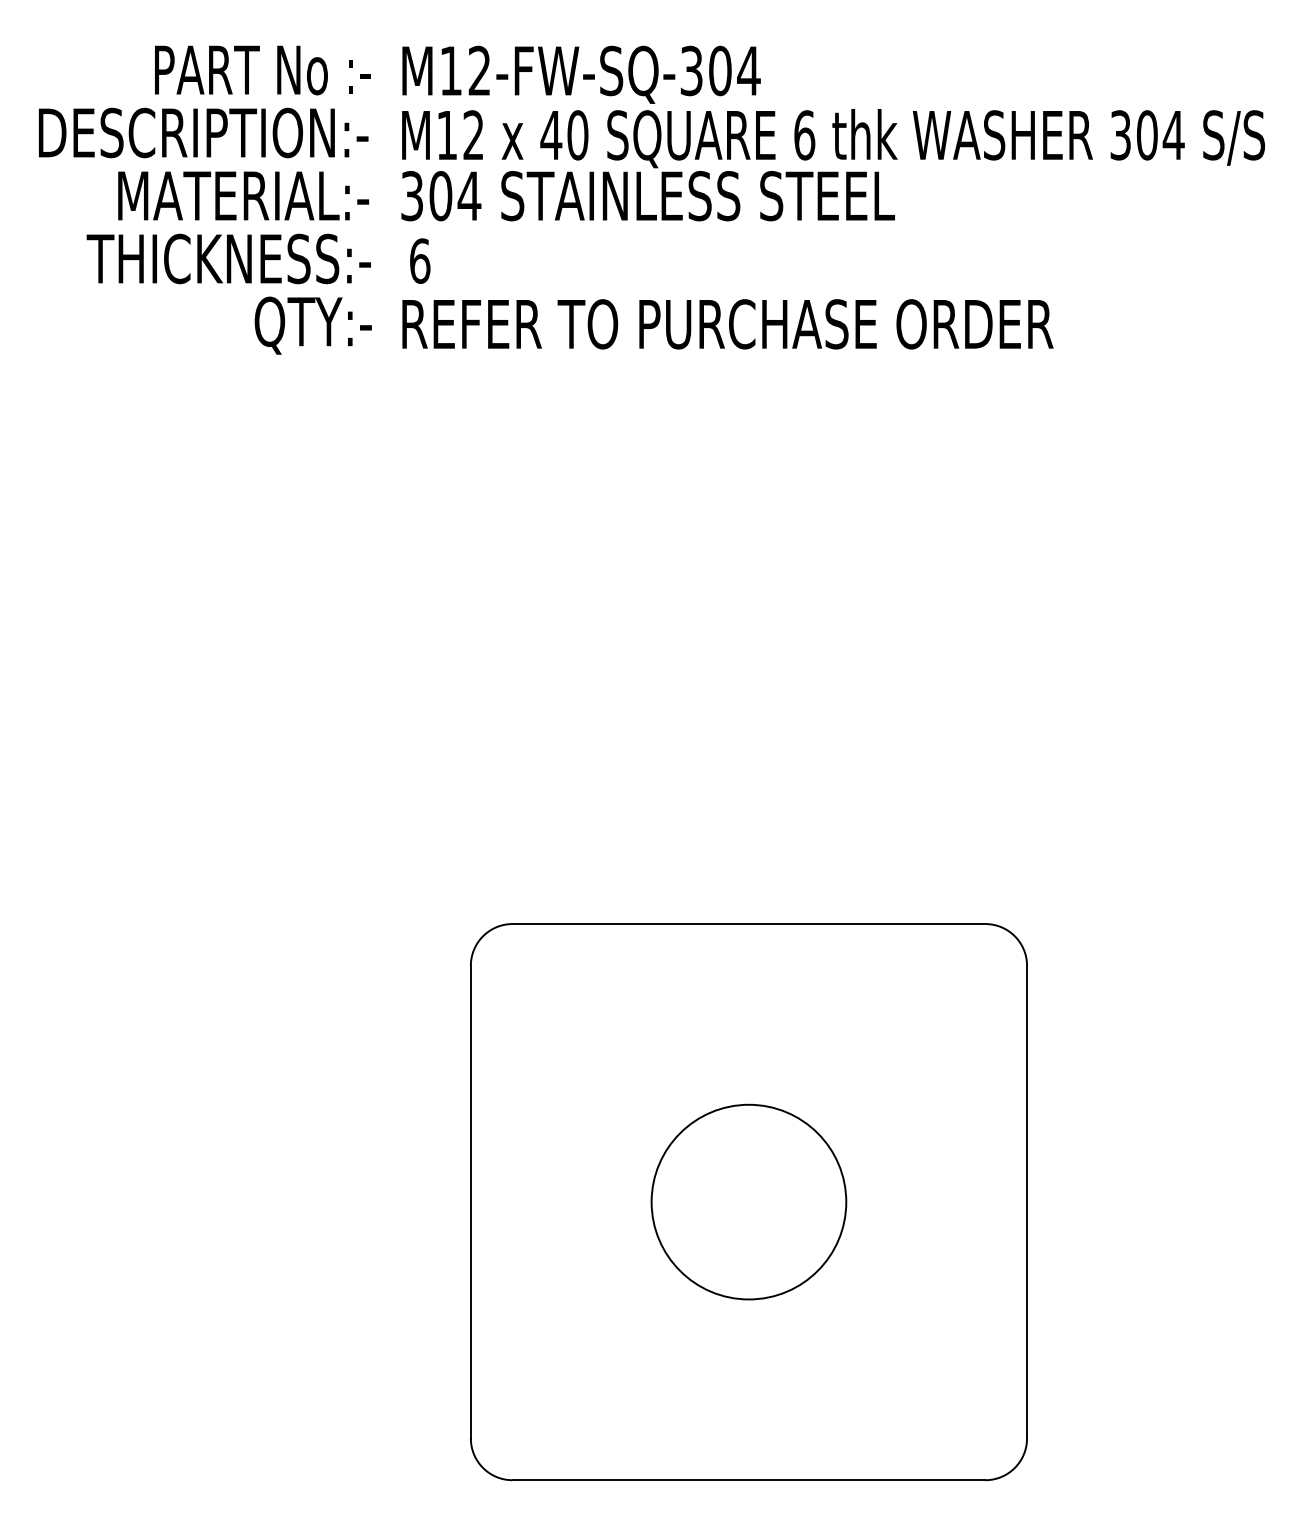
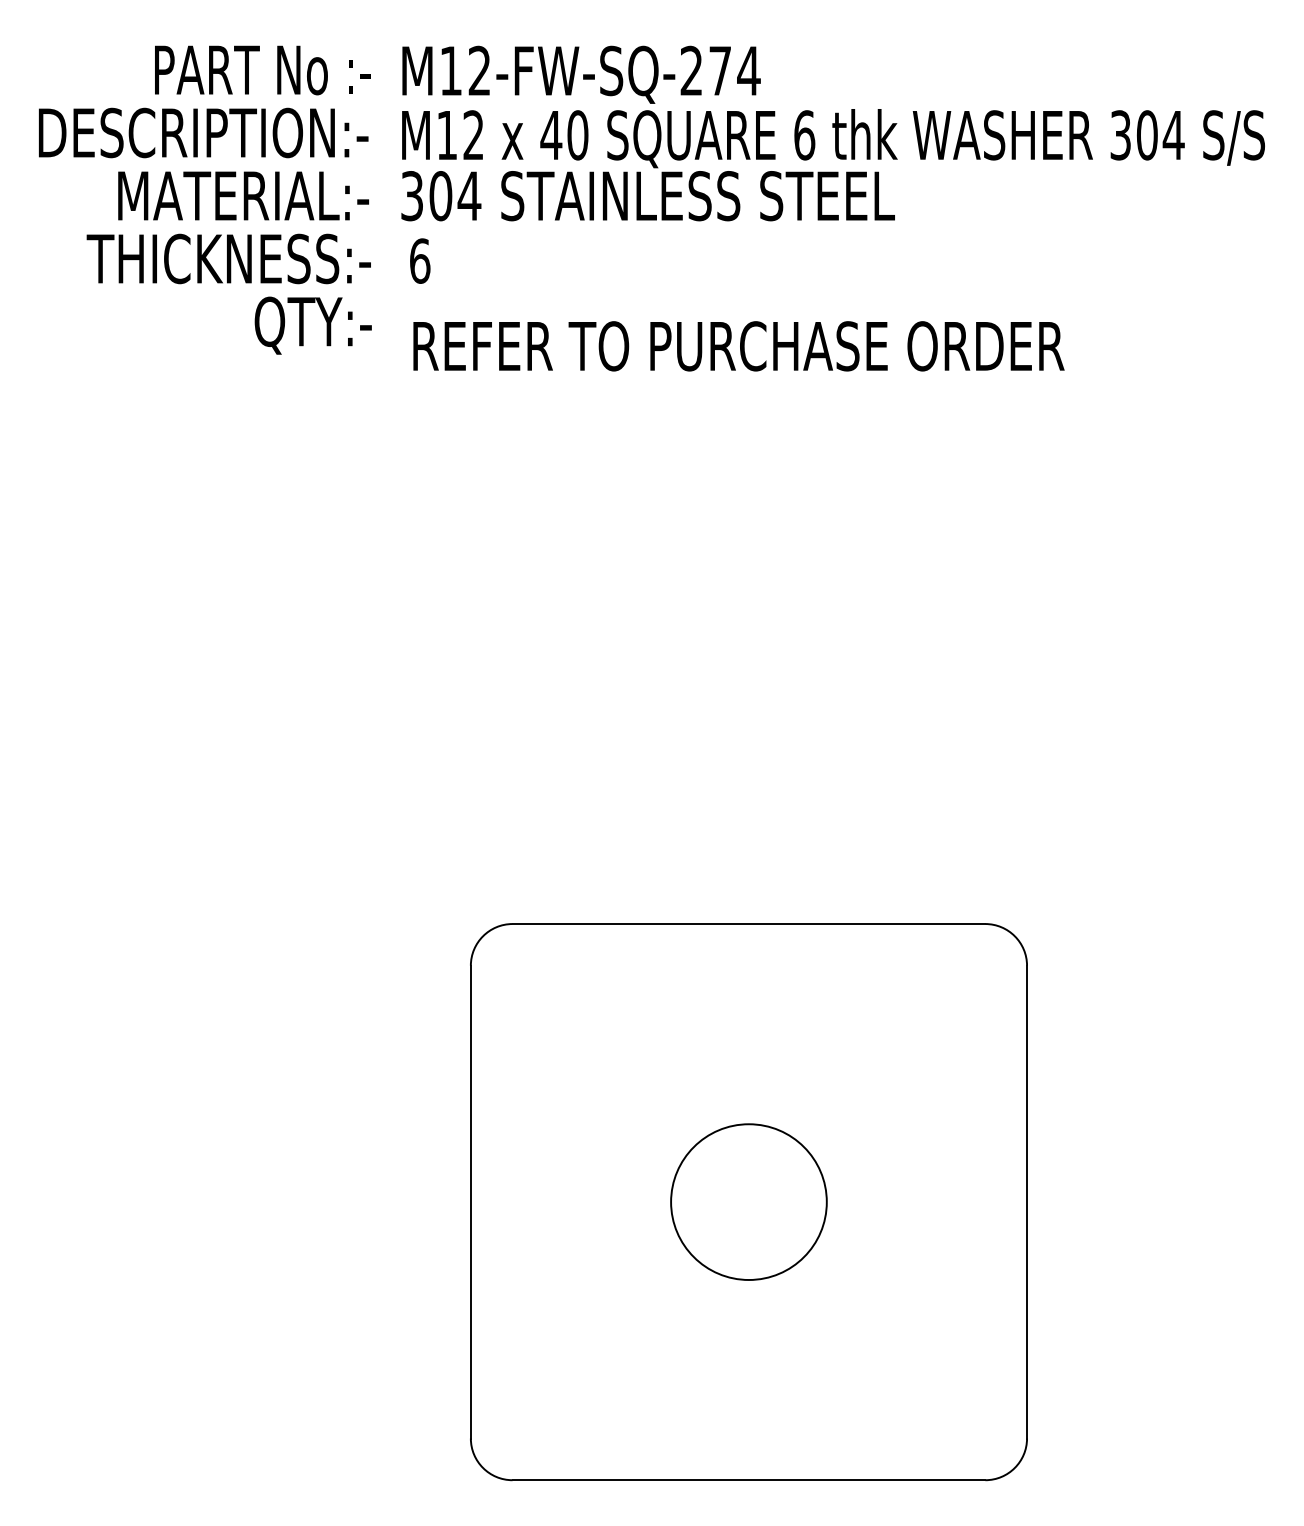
text at (705, 70): M12-FW-SQ-304 -> M12-FW-SQ-274
text at (727, 324) position: (727, 324) -> (738, 346)
circle at (748, 1201) diameter: 195 px -> 156 px
